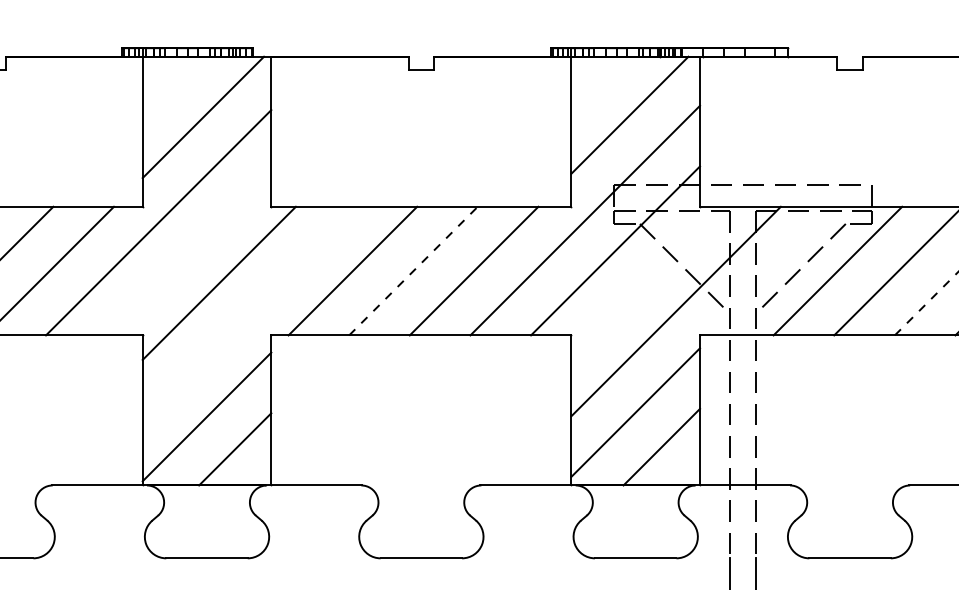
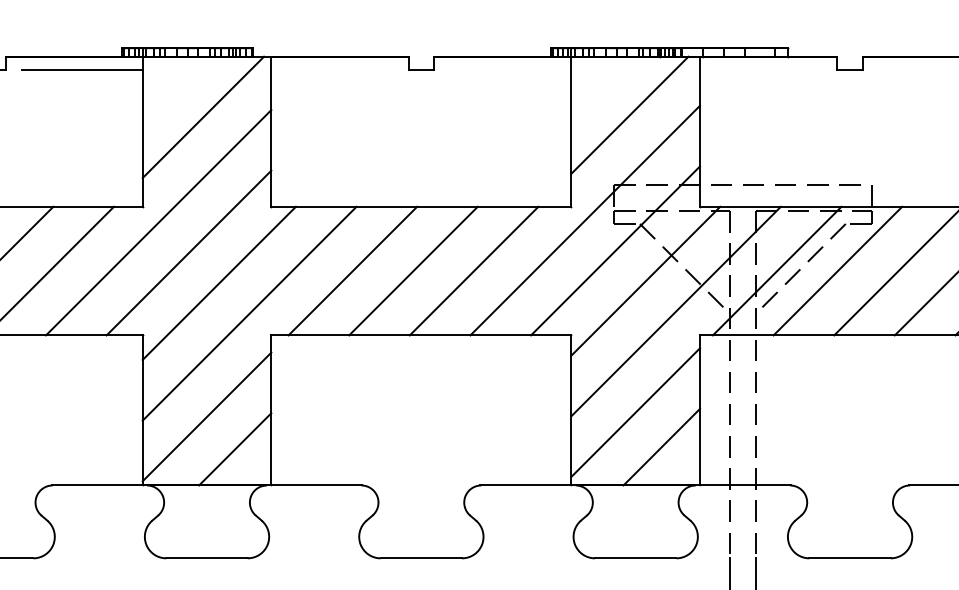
line at (81, 69): none -> present
line at (188, 252): none -> present
line at (776, 270): none -> present
line at (413, 271): dashed -> solid
line at (645, 280): none -> present
line at (926, 303): dashed -> solid
line at (249, 313): none -> present
